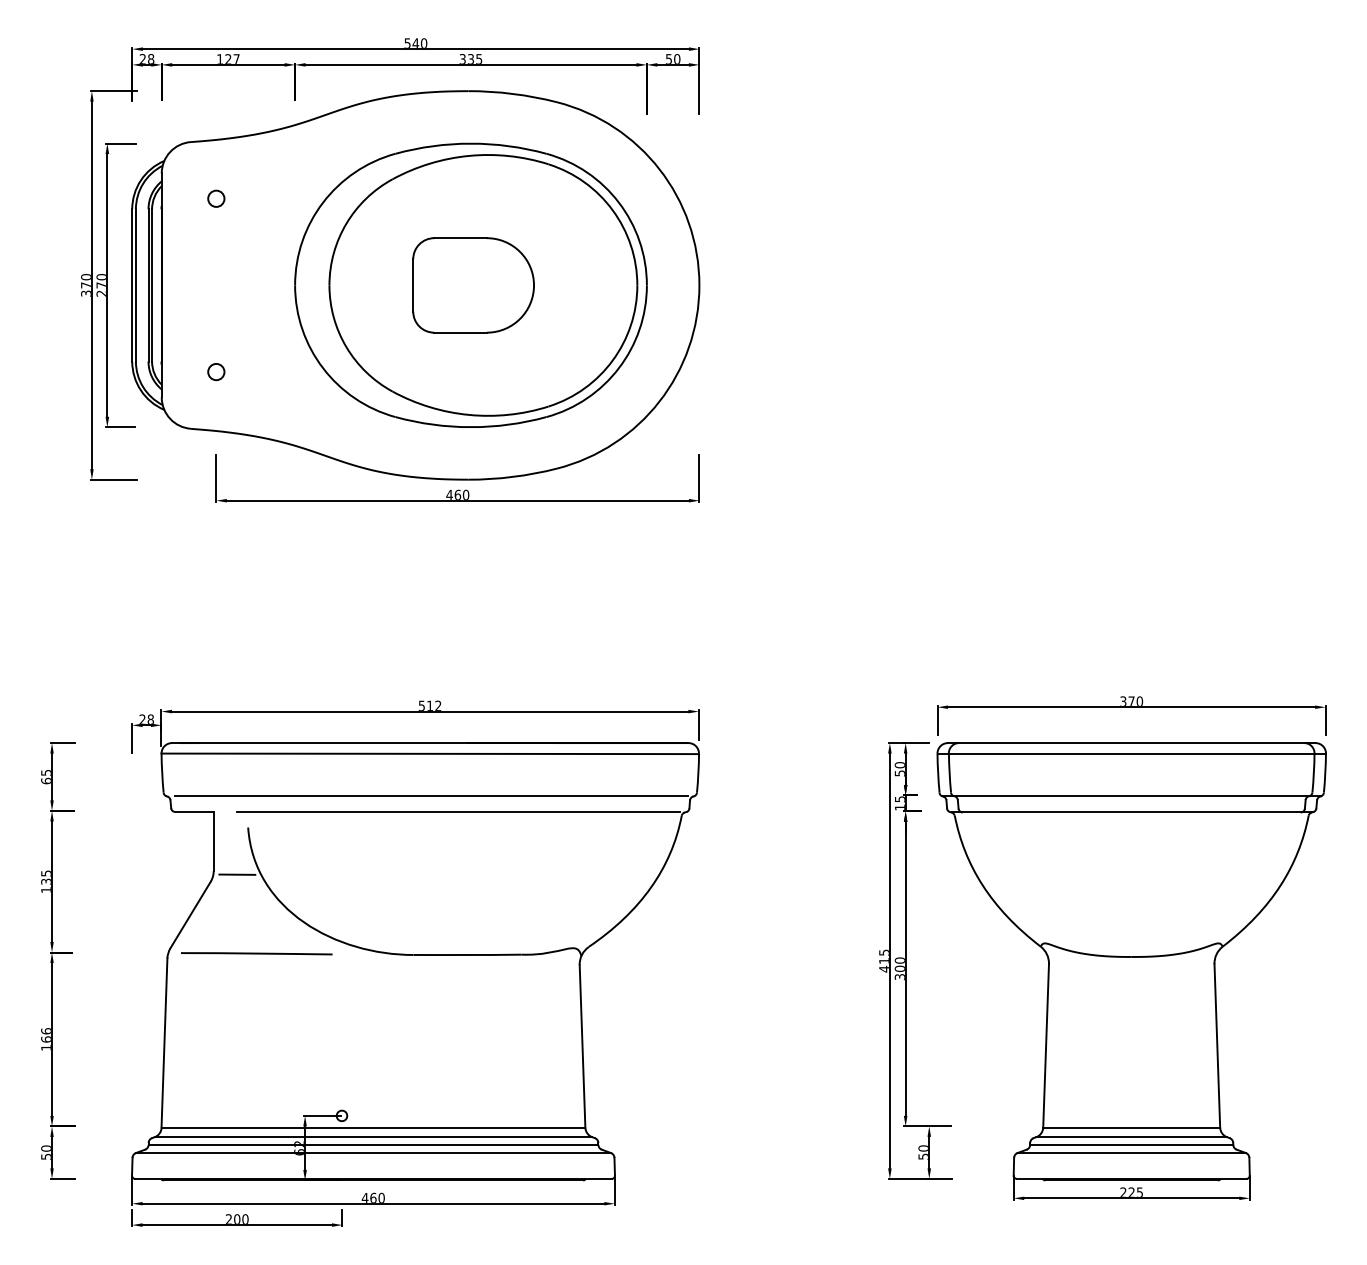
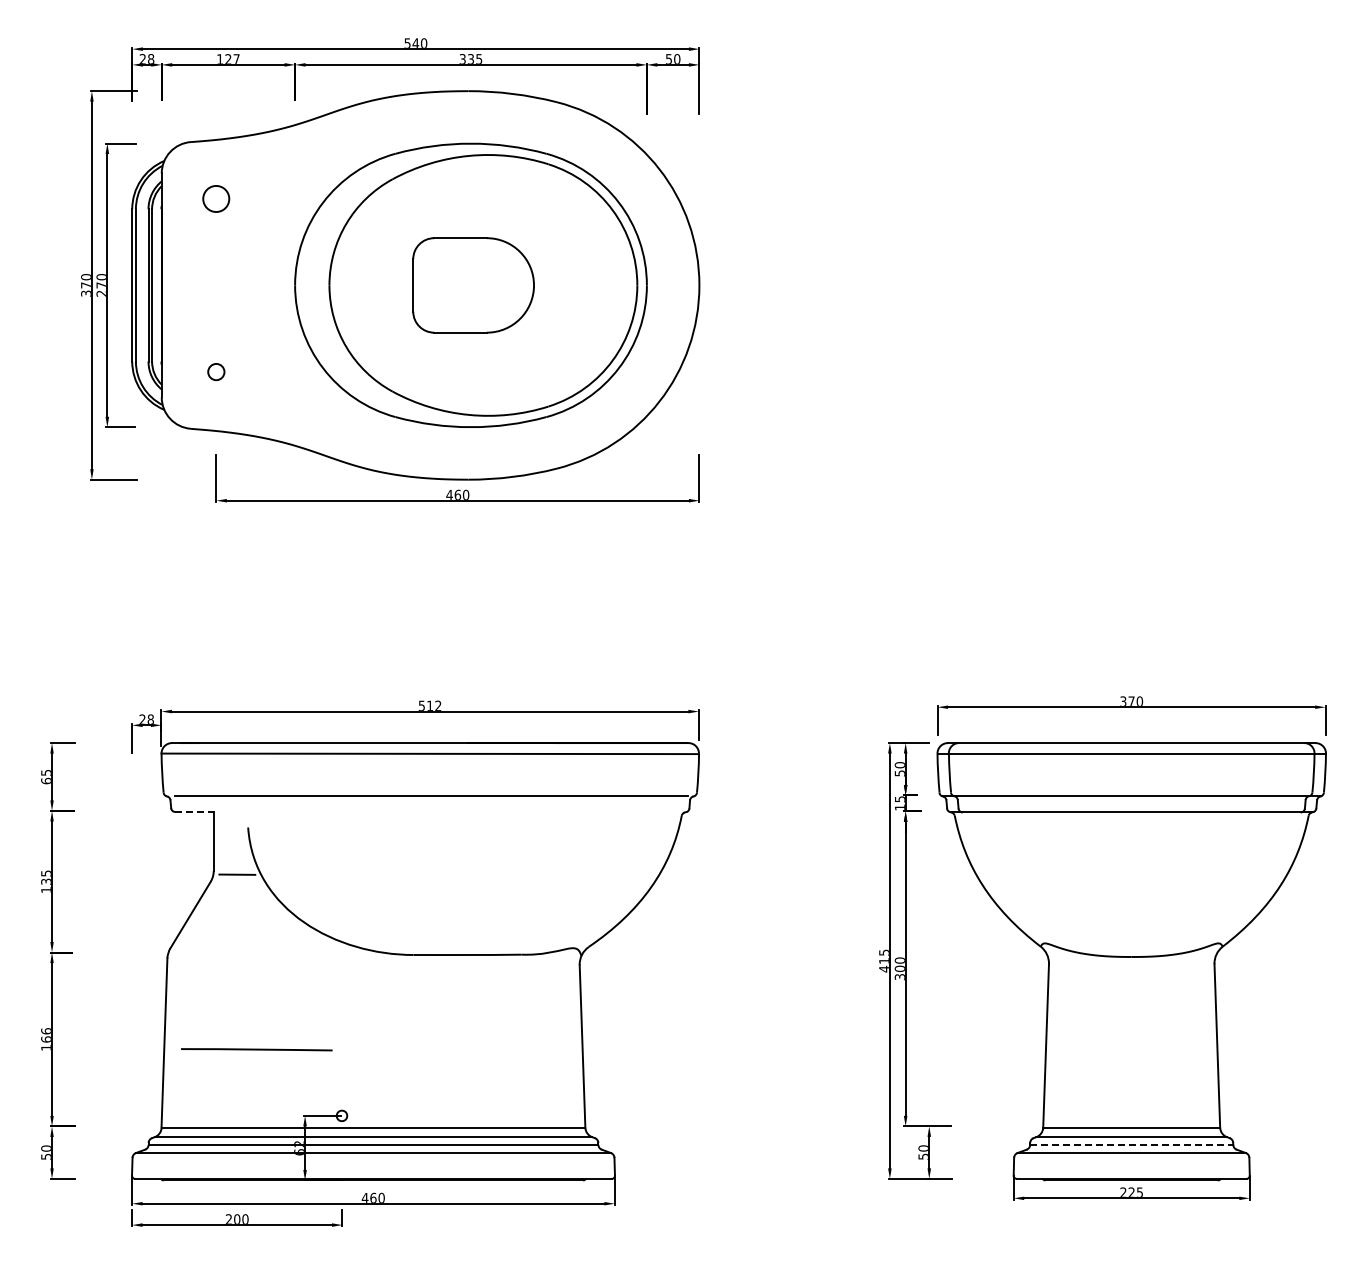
circle at (216, 198) size: 19x19 px -> 29x28 px
line at (195, 811): solid -> dashed
line at (457, 811): present -> none
line at (256, 953) position: (256, 953) -> (256, 1049)
line at (1131, 1144): solid -> dashed
